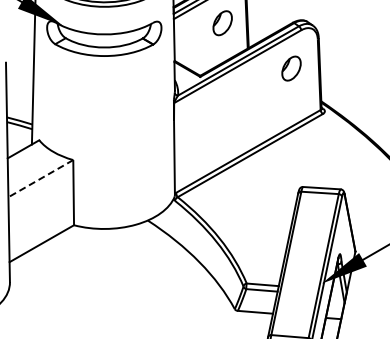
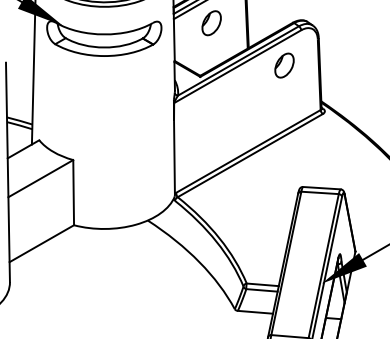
part at (222, 23) position: (222, 23) -> (211, 23)
part at (291, 68) position: (291, 68) -> (284, 65)
line at (40, 178): dashed -> solid
